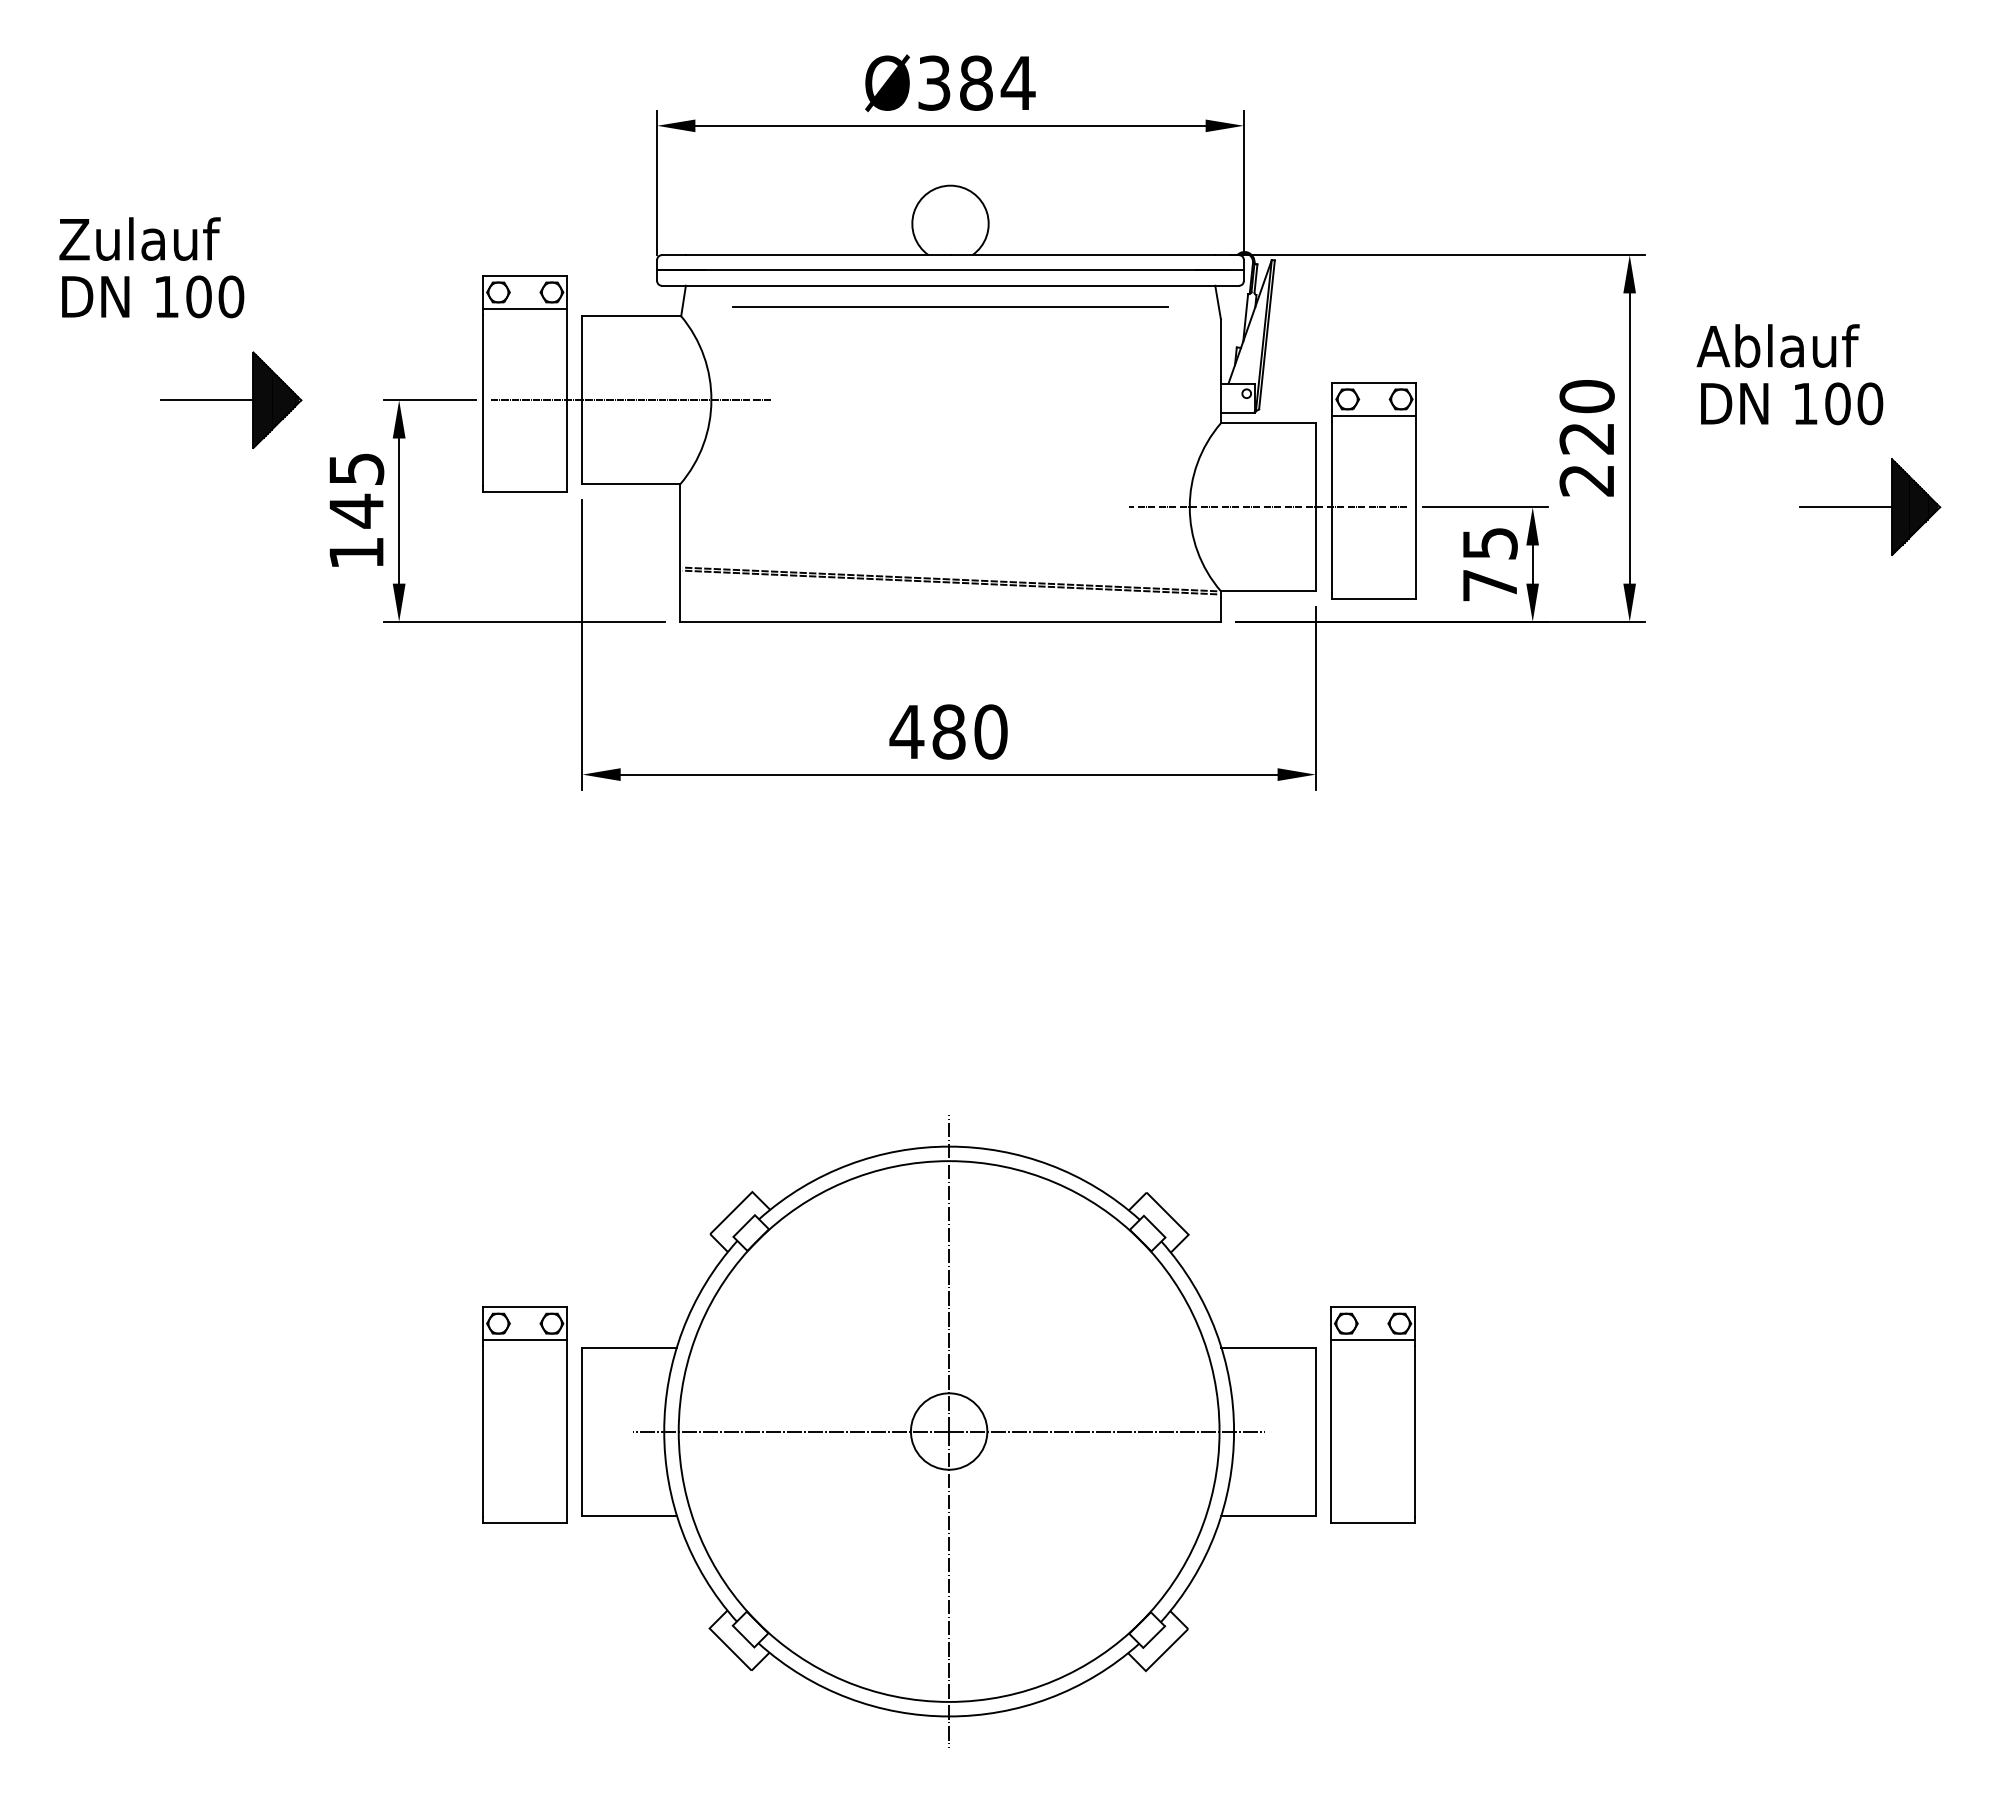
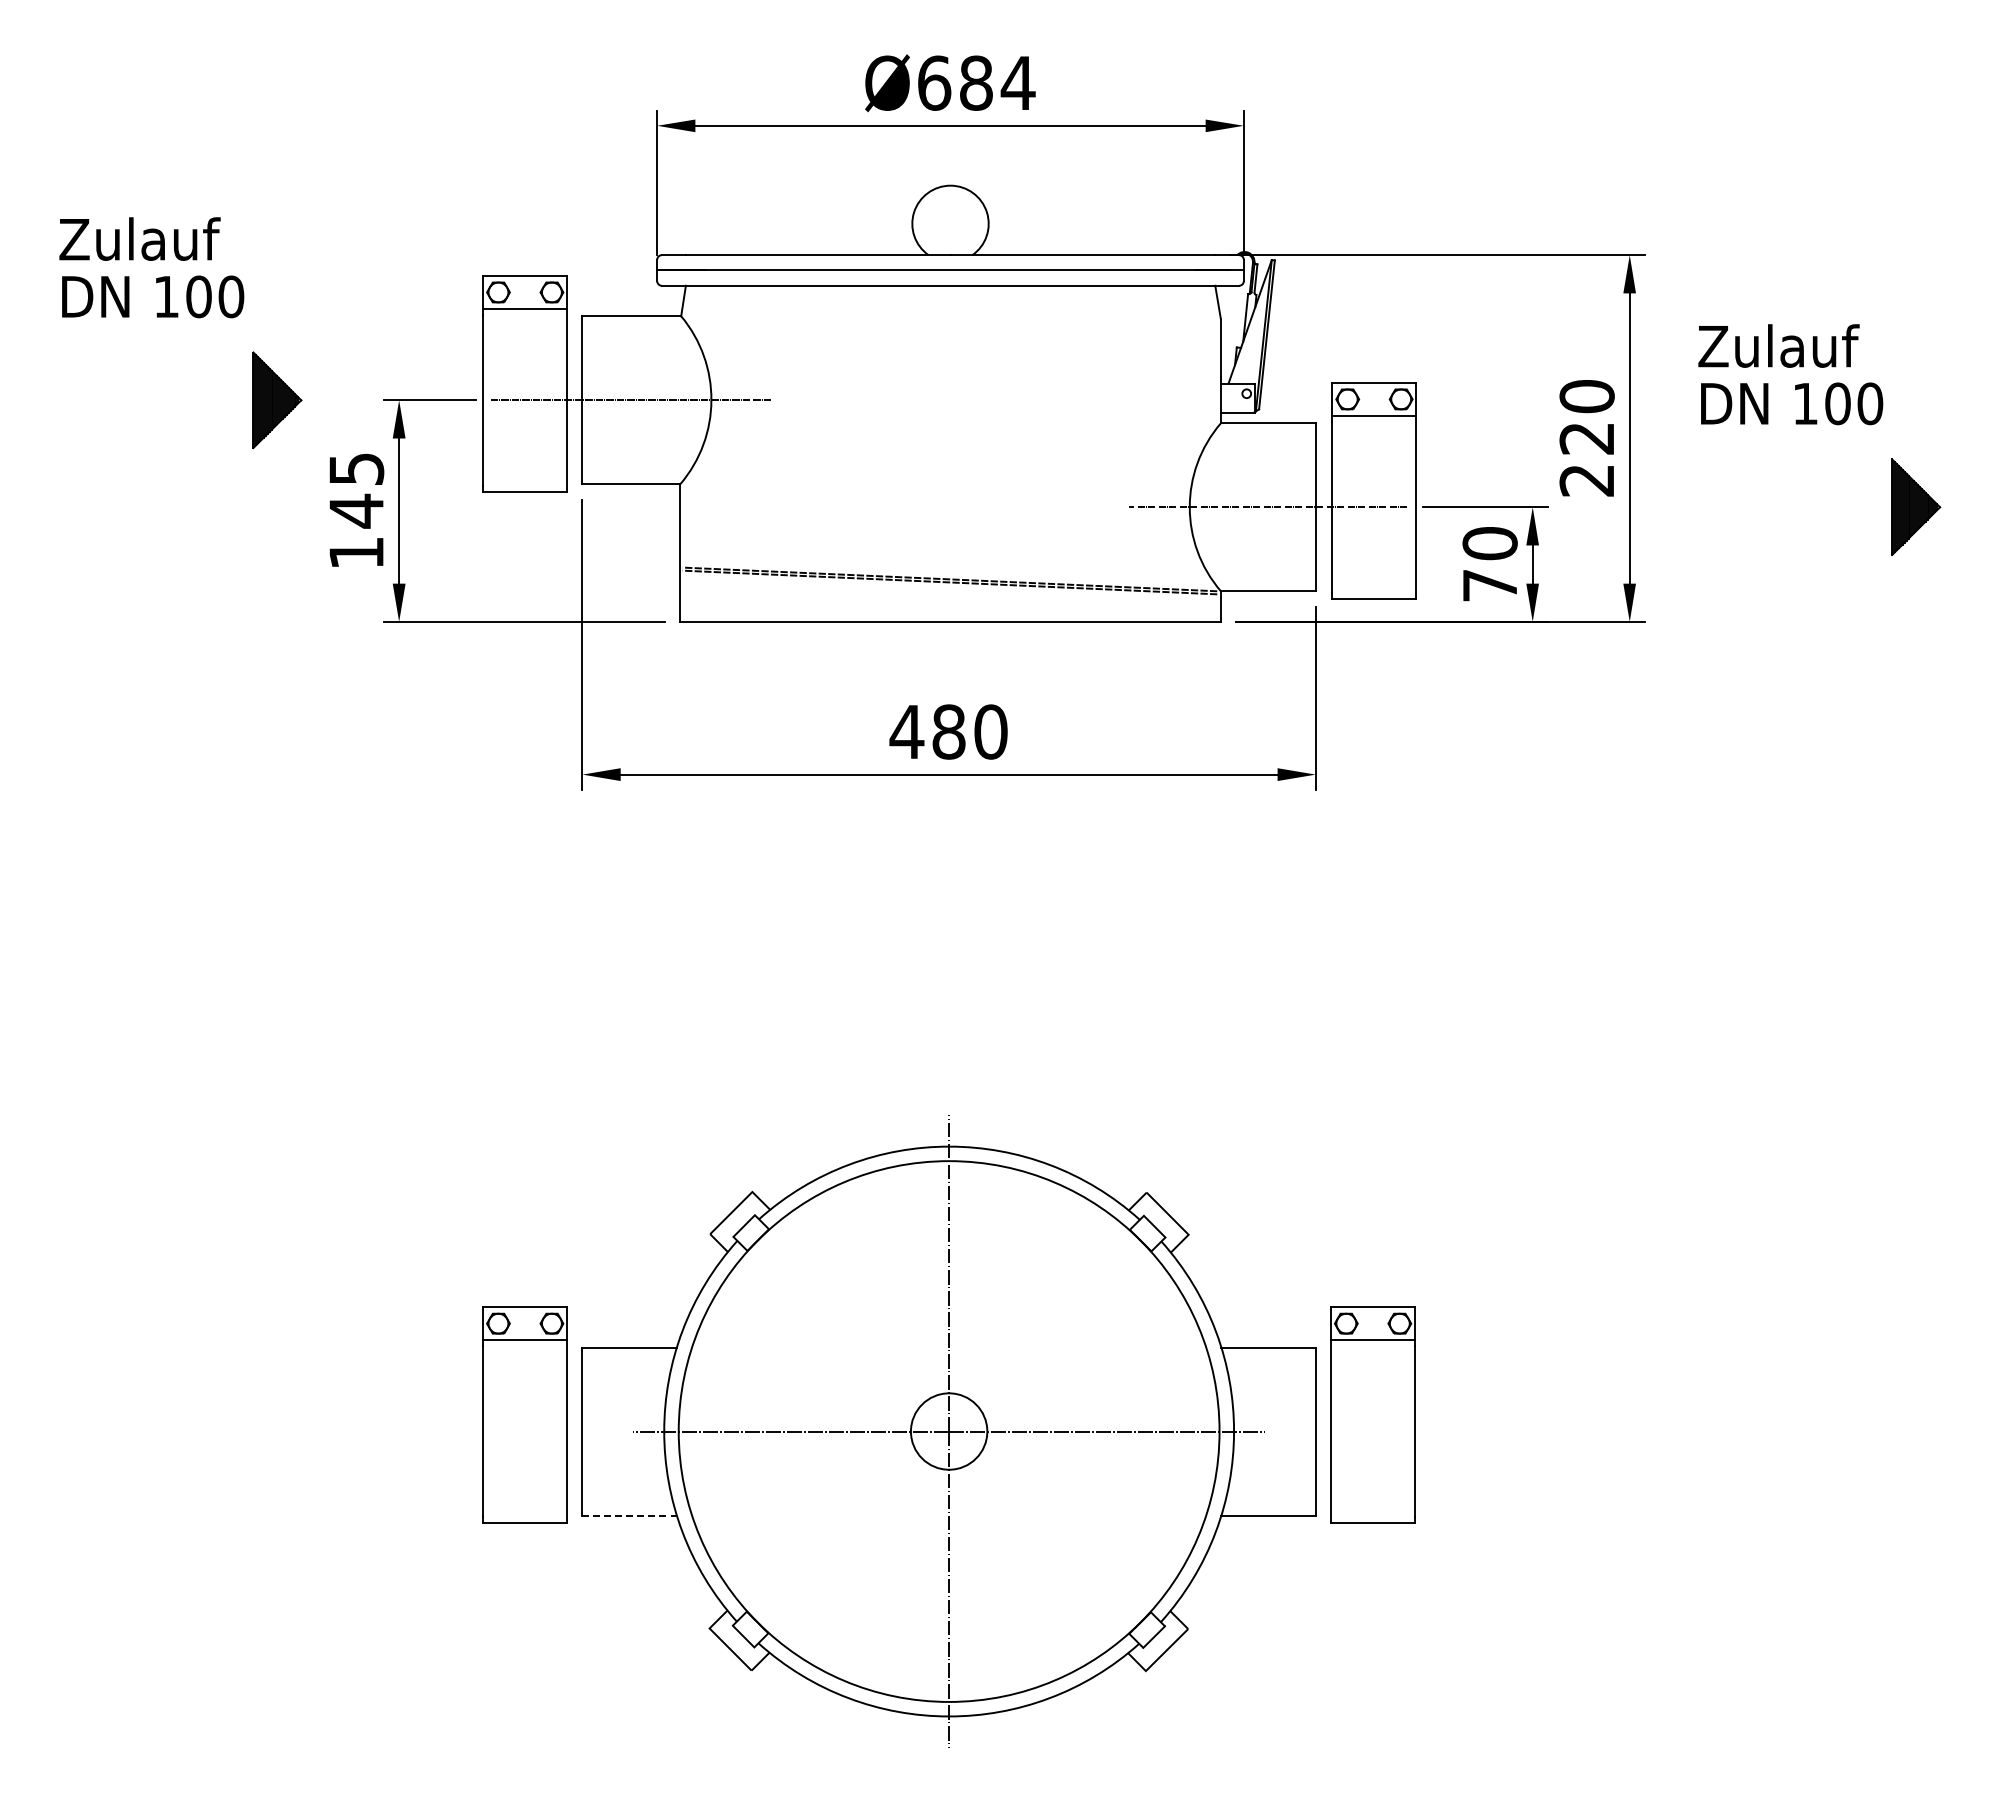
text at (934, 82): Ø384 -> Ø684
line at (950, 307): present -> none
text at (1728, 345): Ablauf -> Zulauf
line at (207, 400): present -> none
line at (1845, 507): present -> none
text at (1489, 543): 75 -> 70
line at (630, 1515): solid -> dashed
